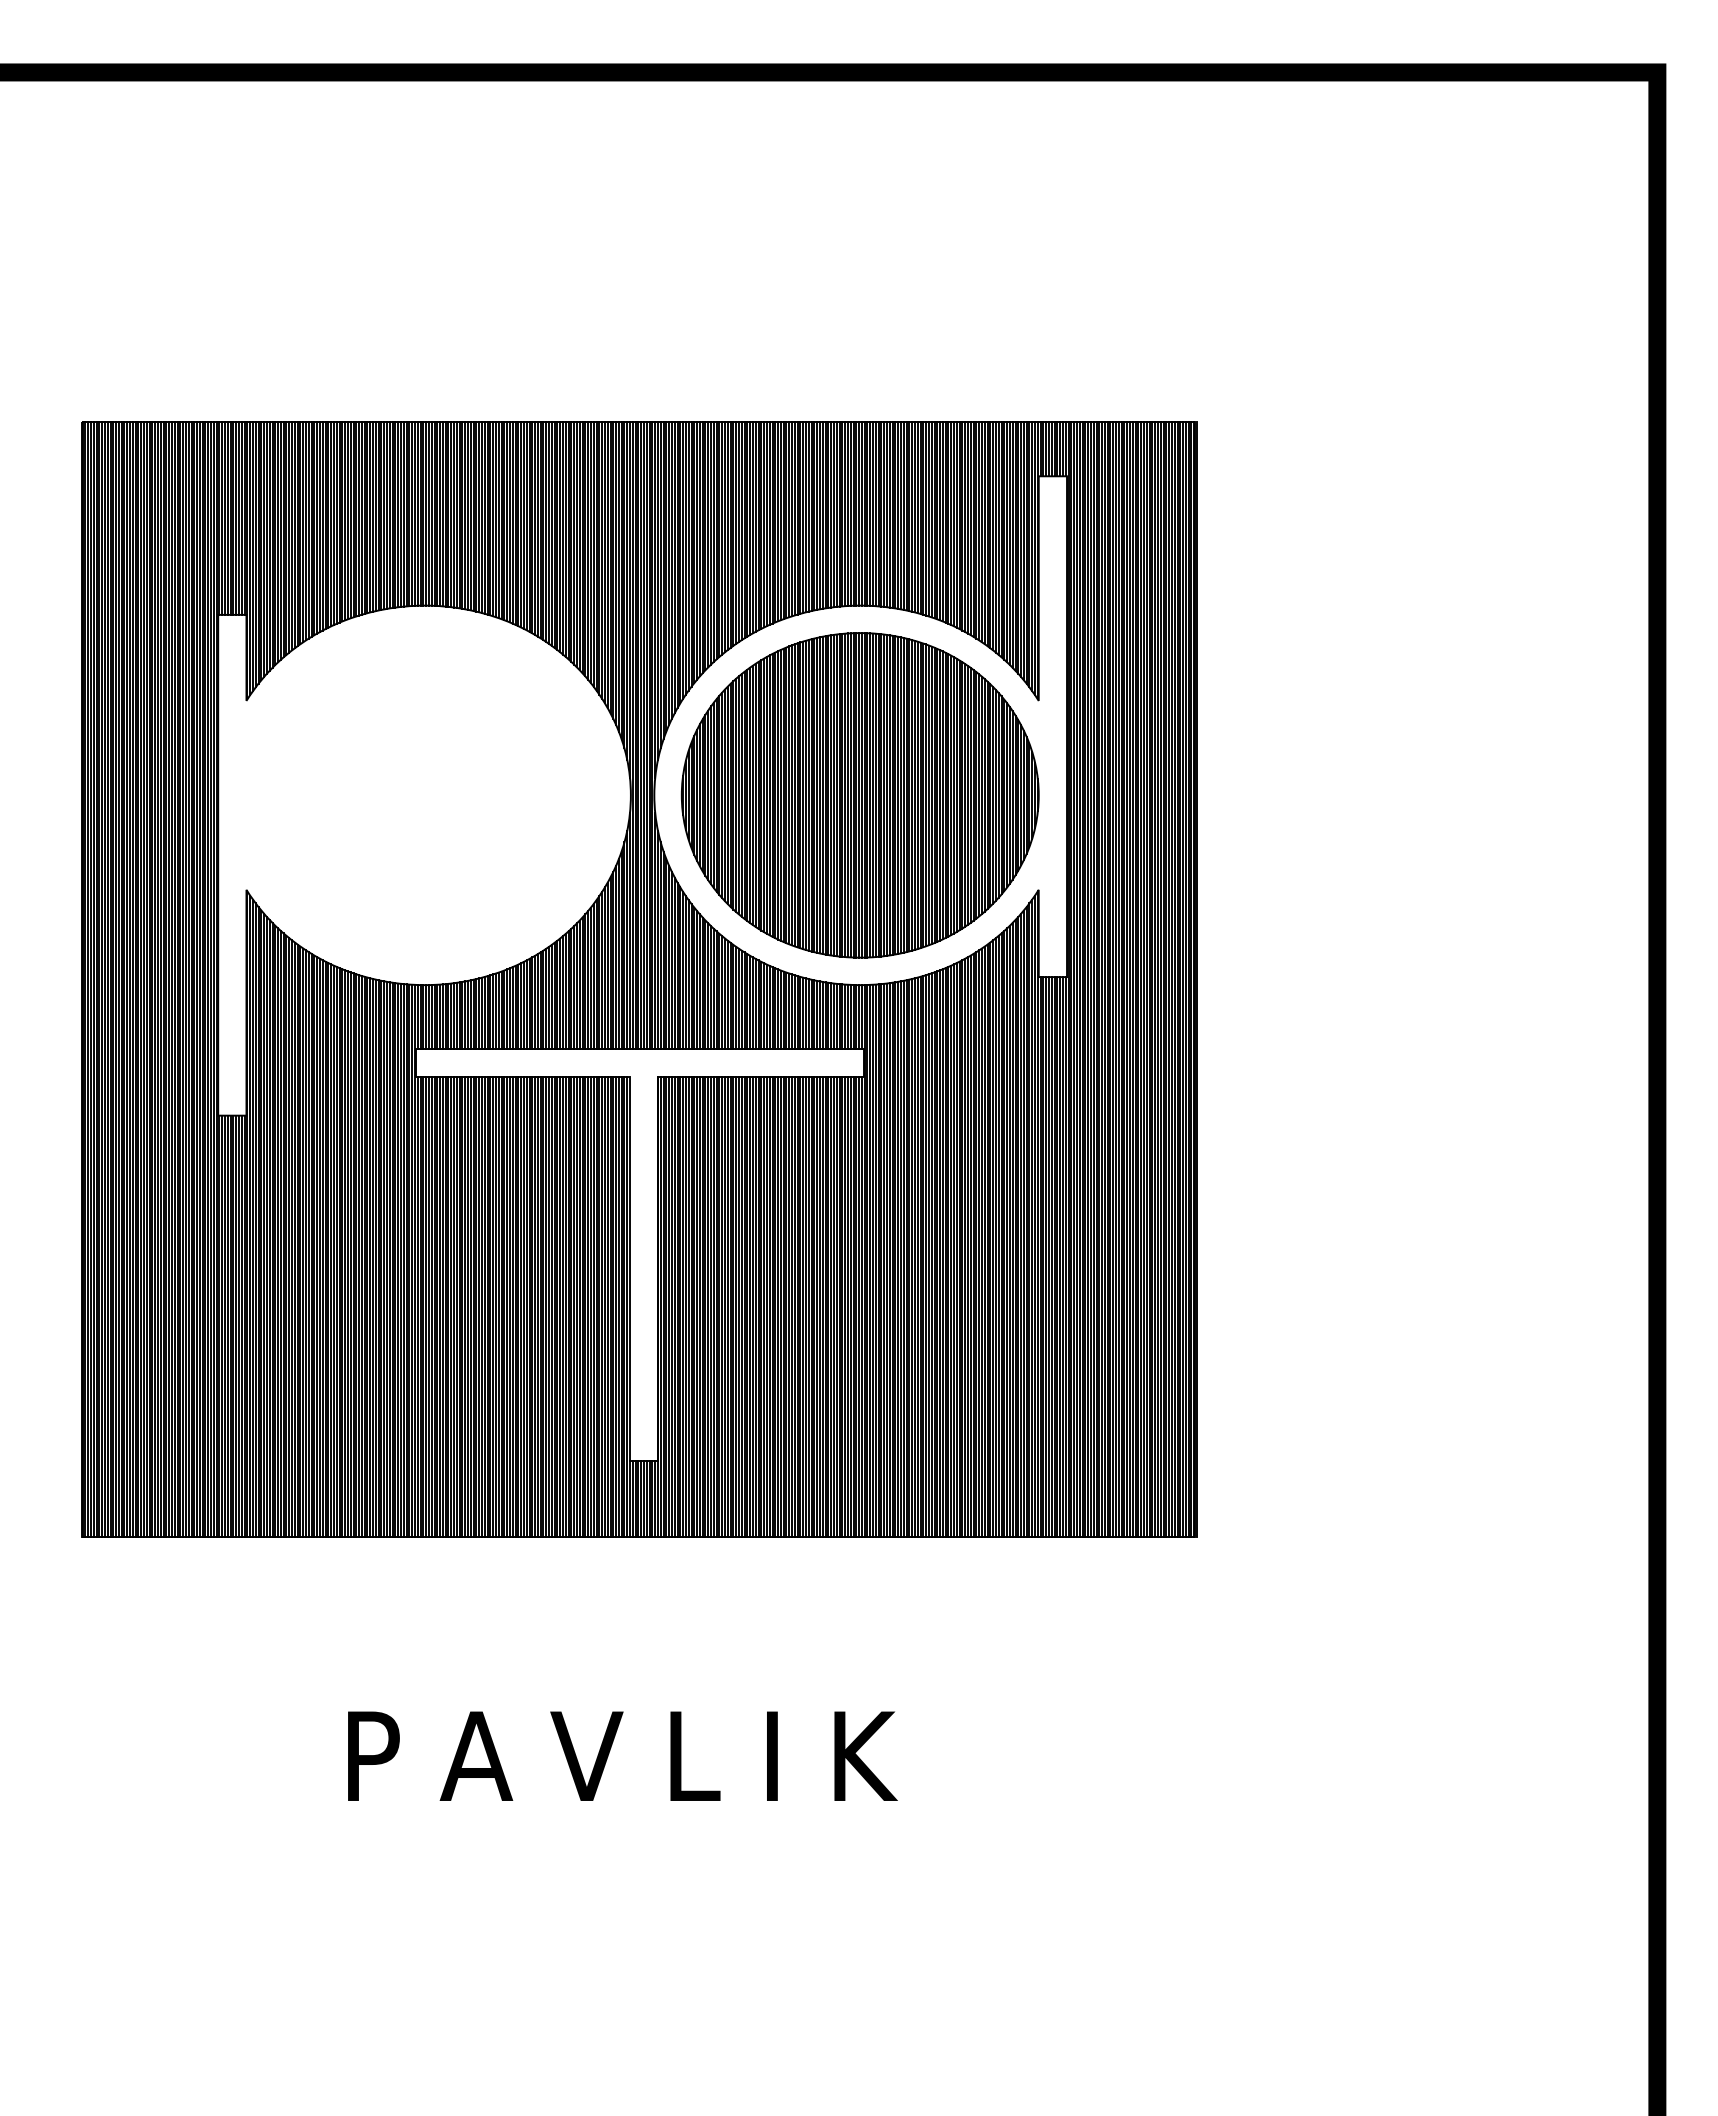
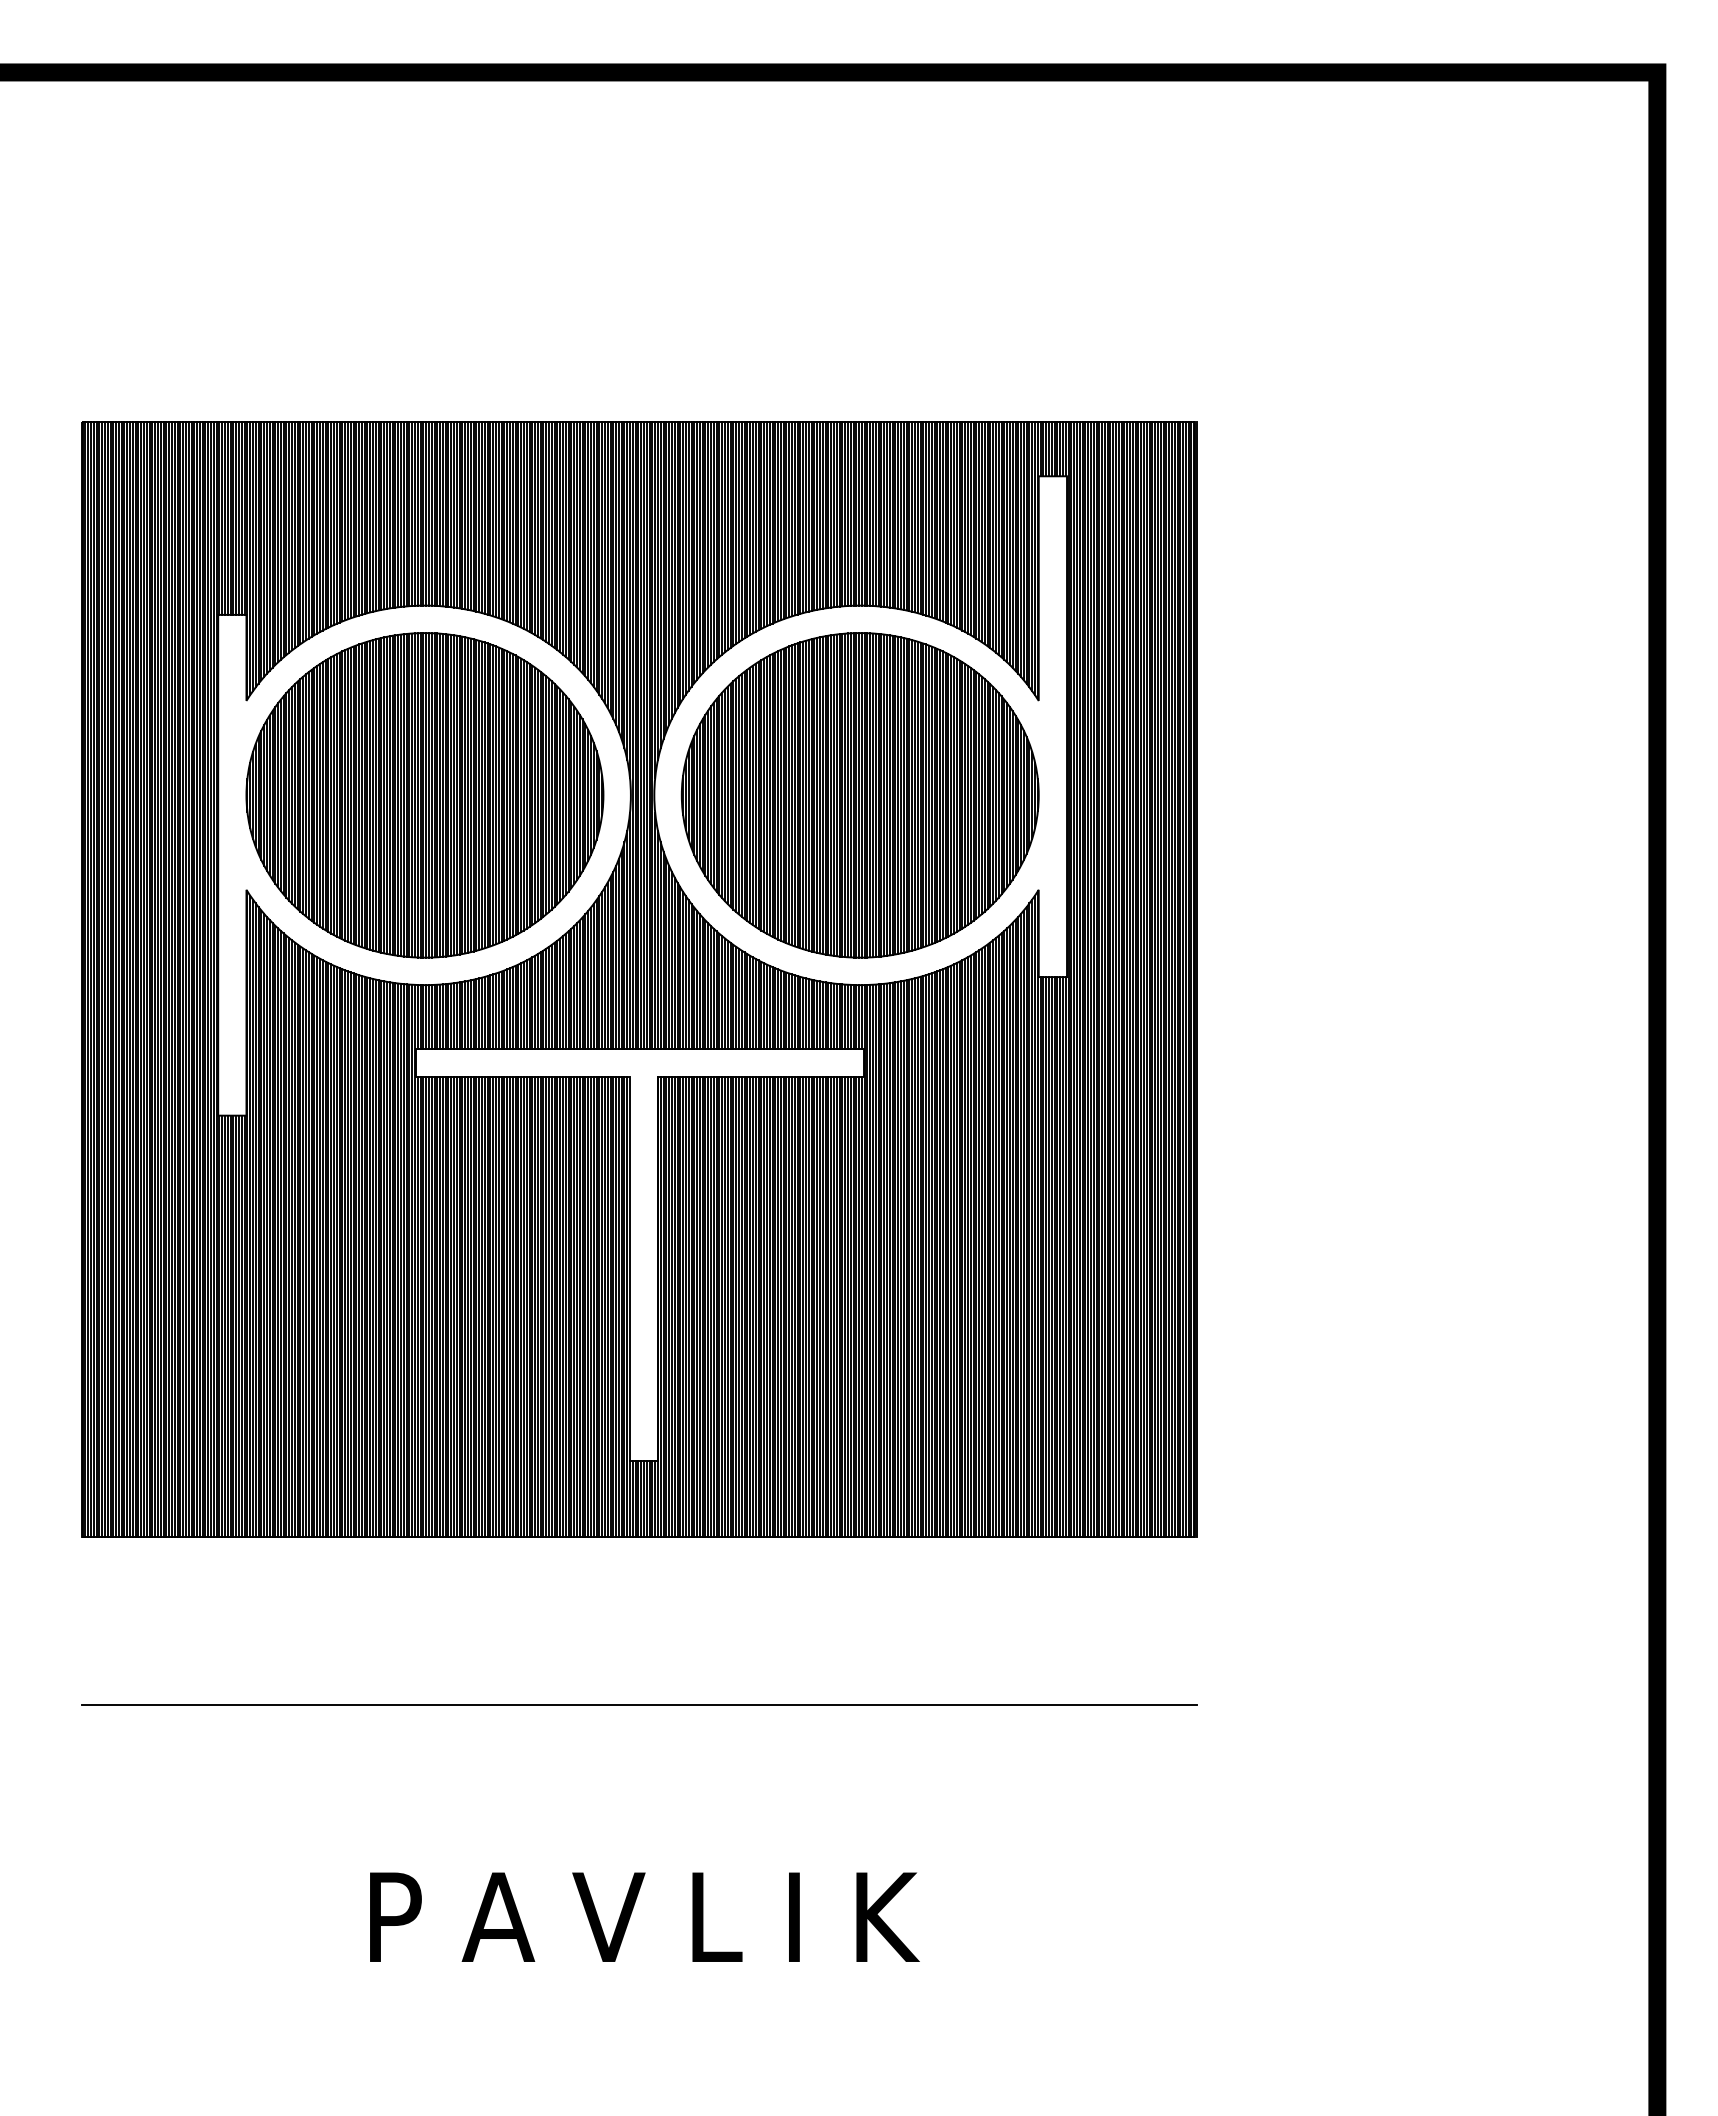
part at (424, 795): none -> present
line at (639, 1705): none -> present
text at (622, 1755) position: (622, 1755) -> (644, 1916)
